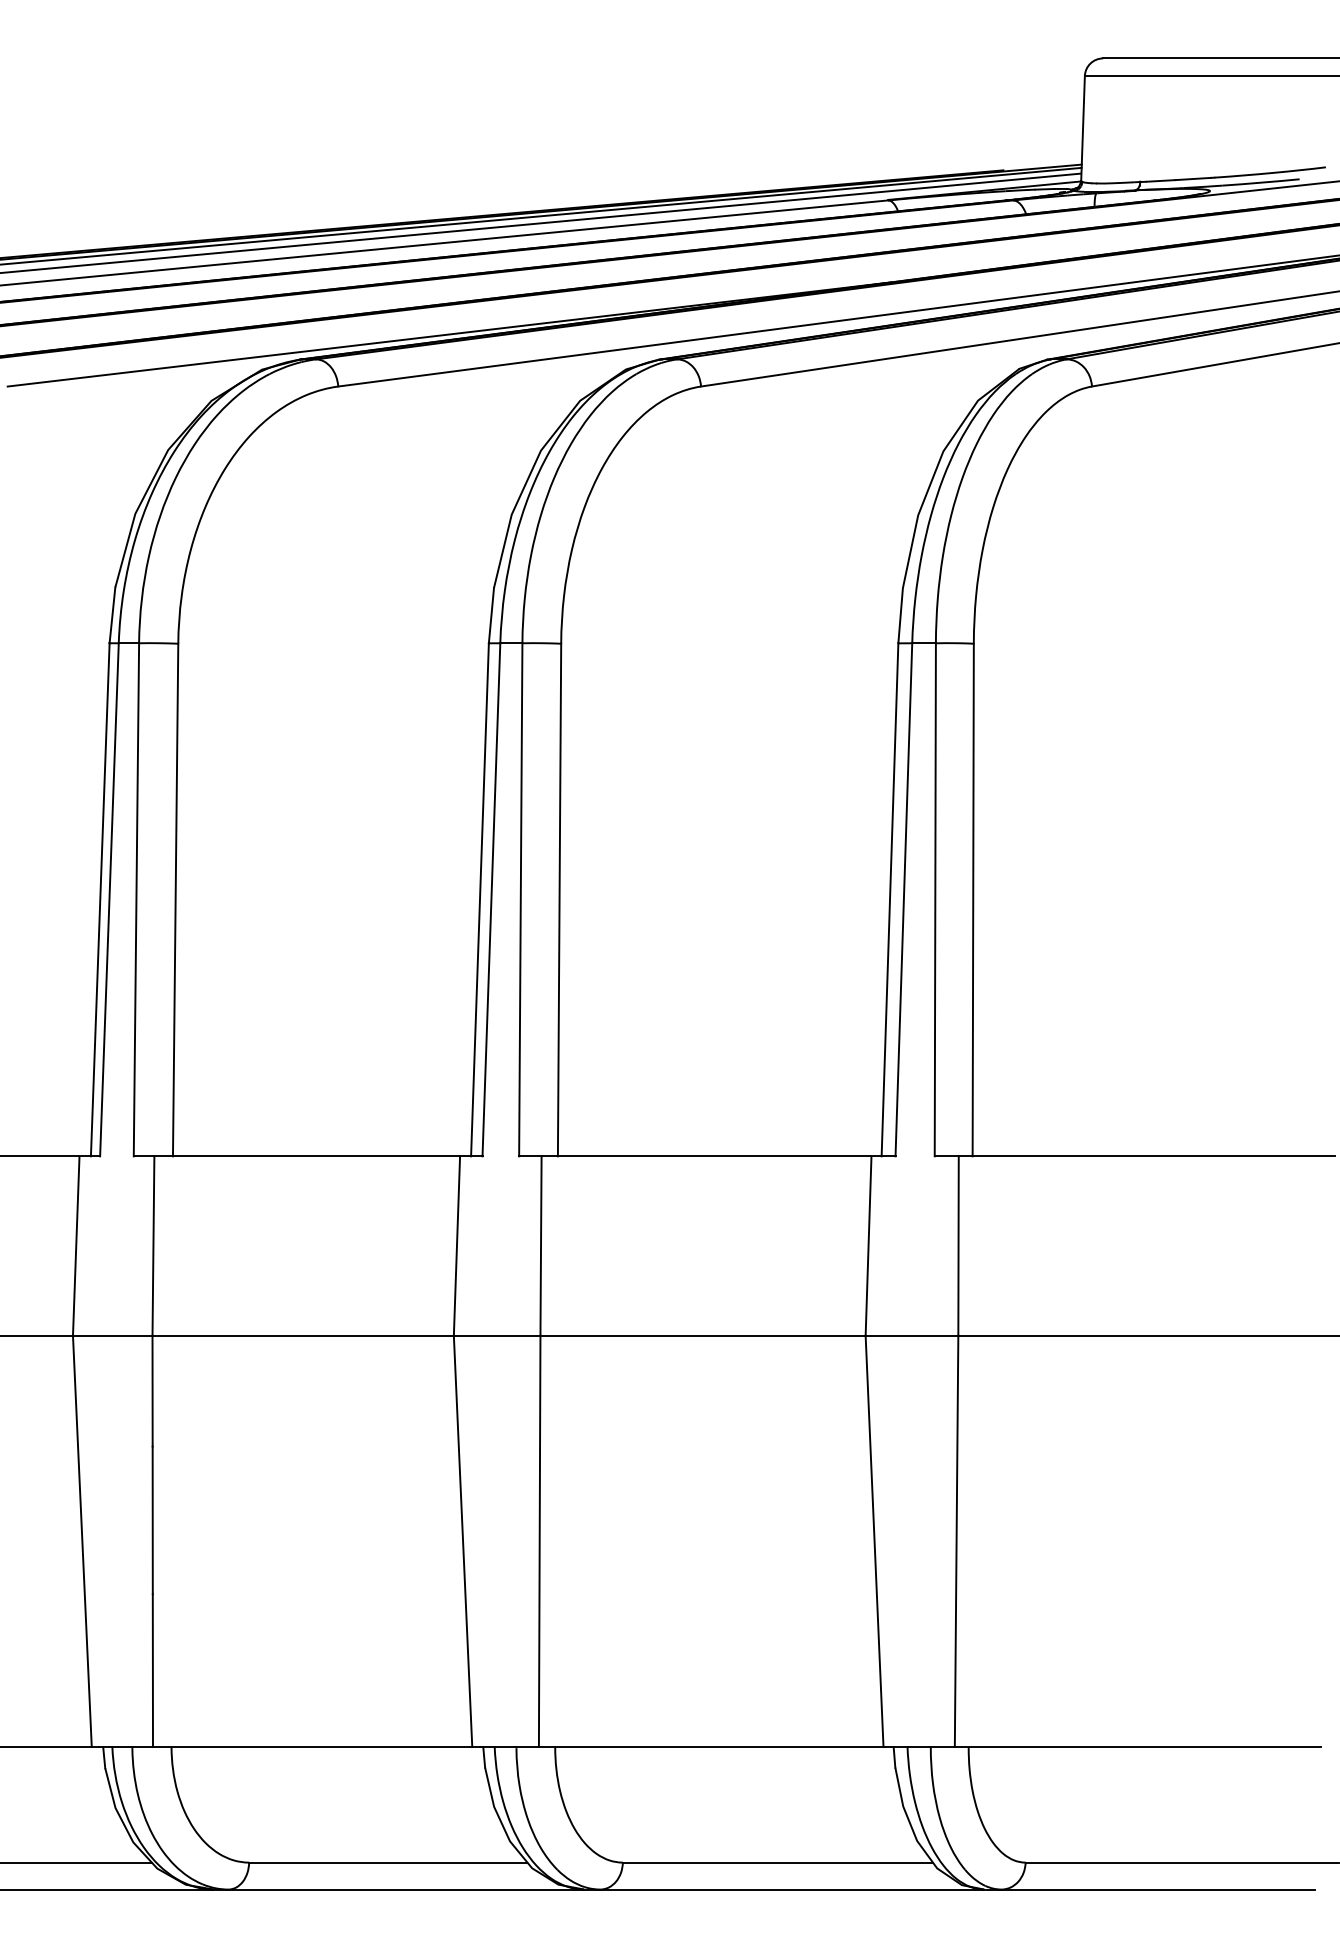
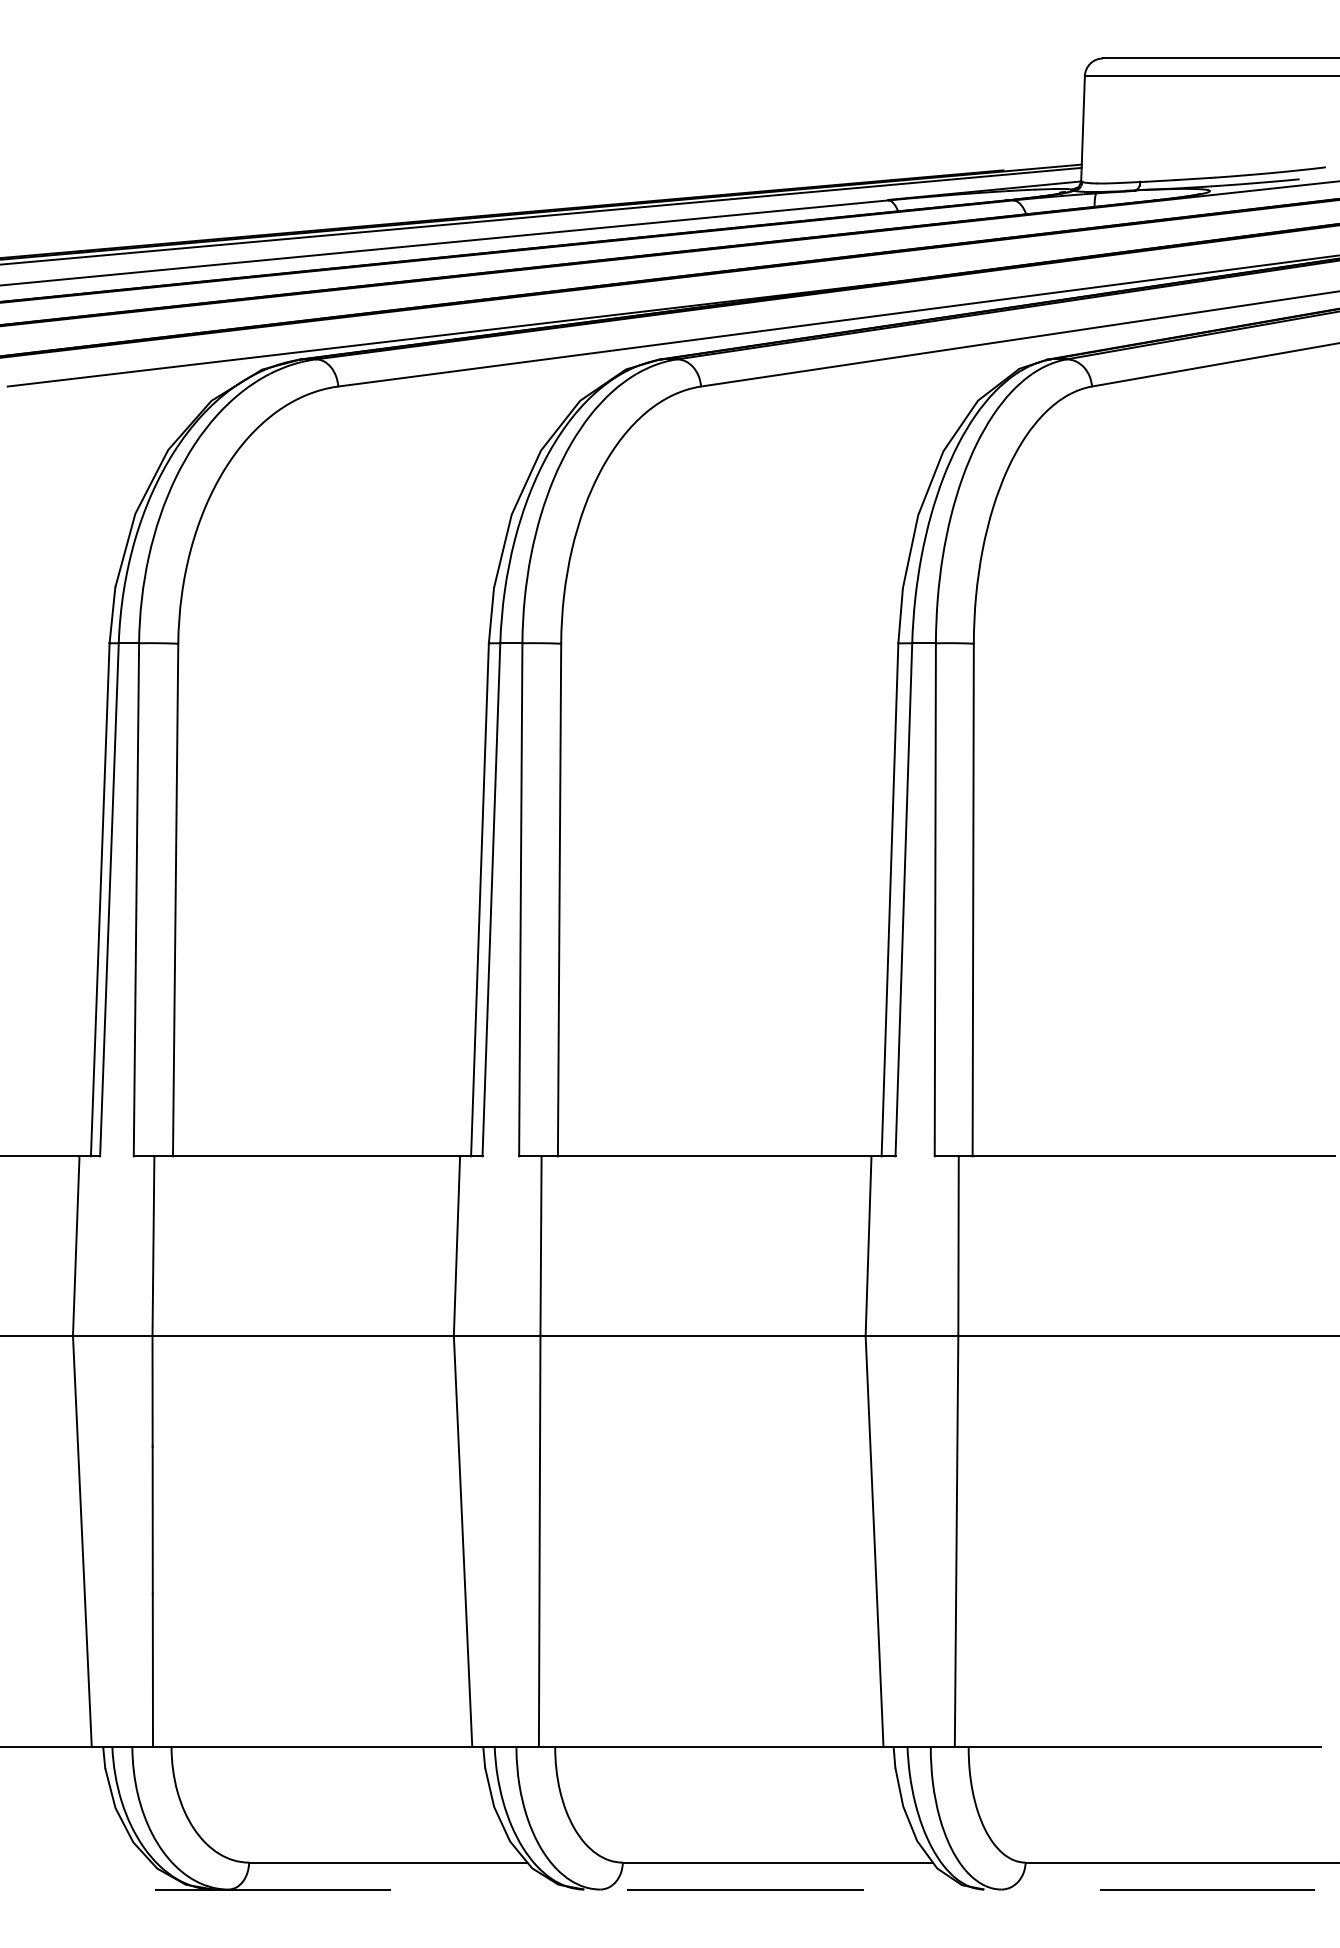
line at (541, 222): present -> none
line at (76, 1862): present -> none
line at (657, 1889): solid -> dashed
